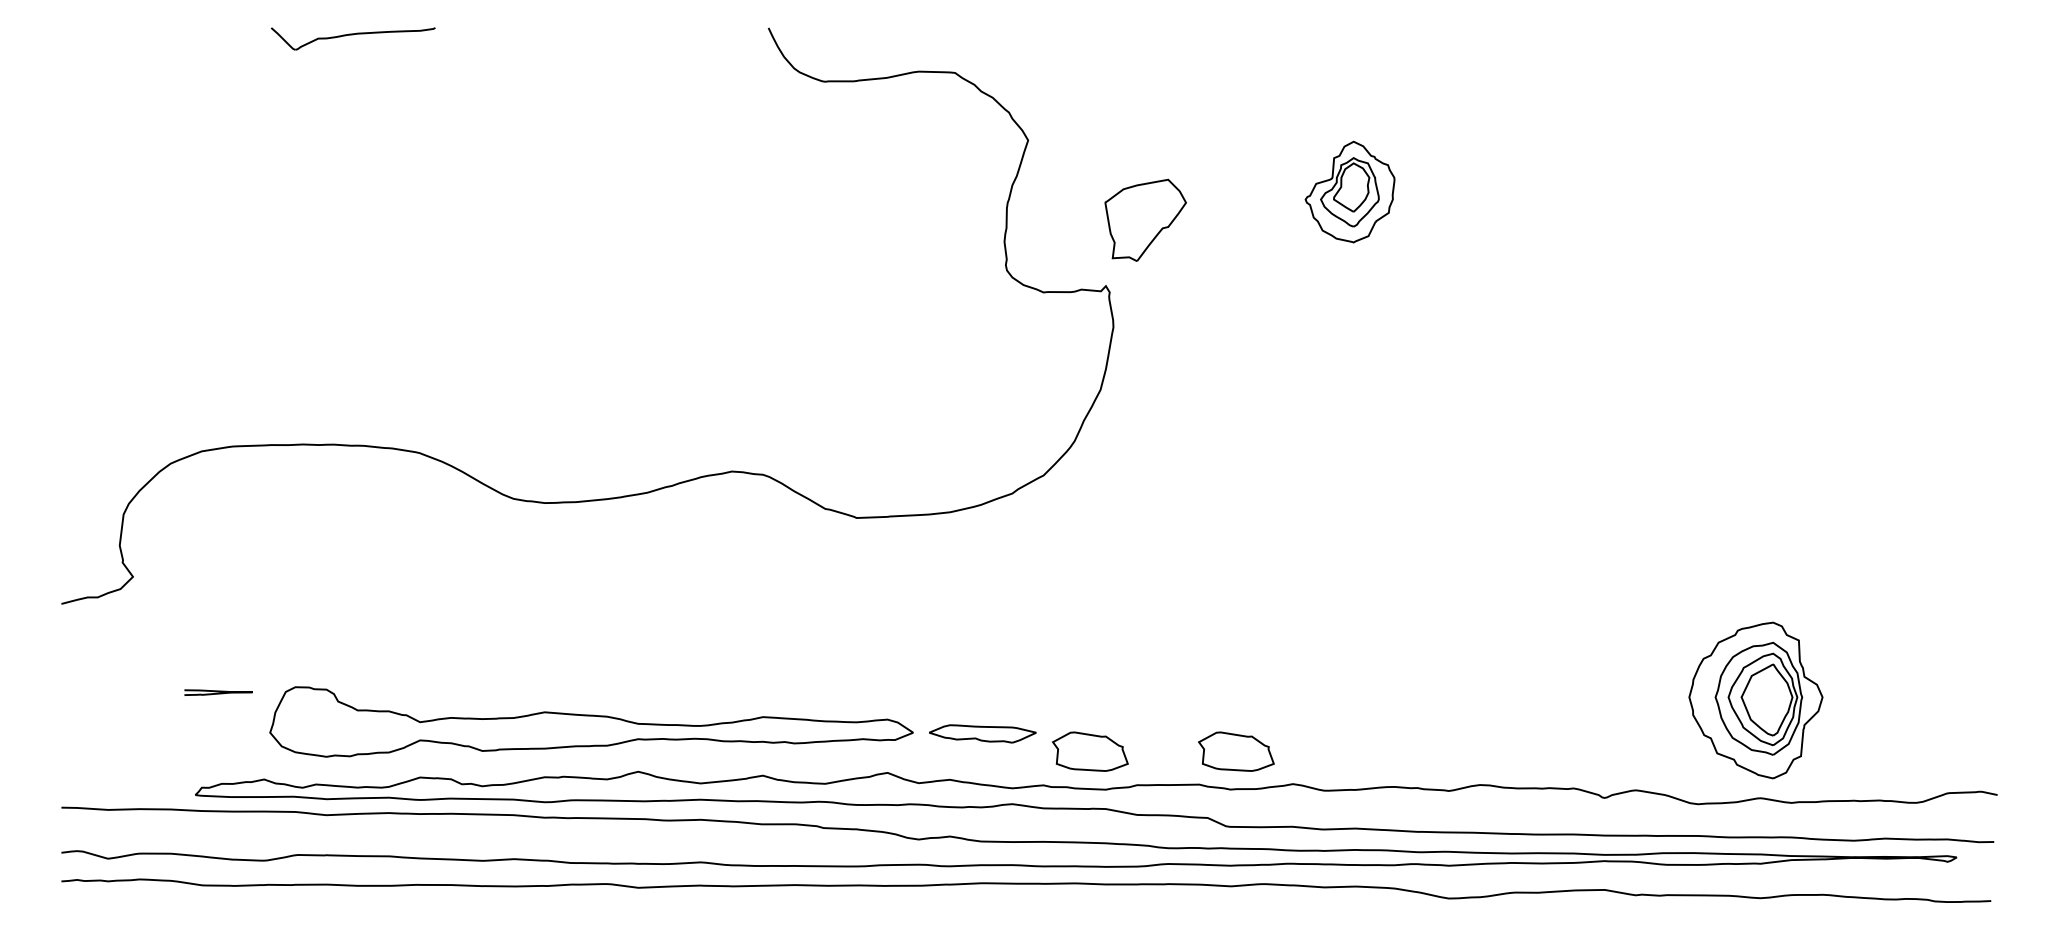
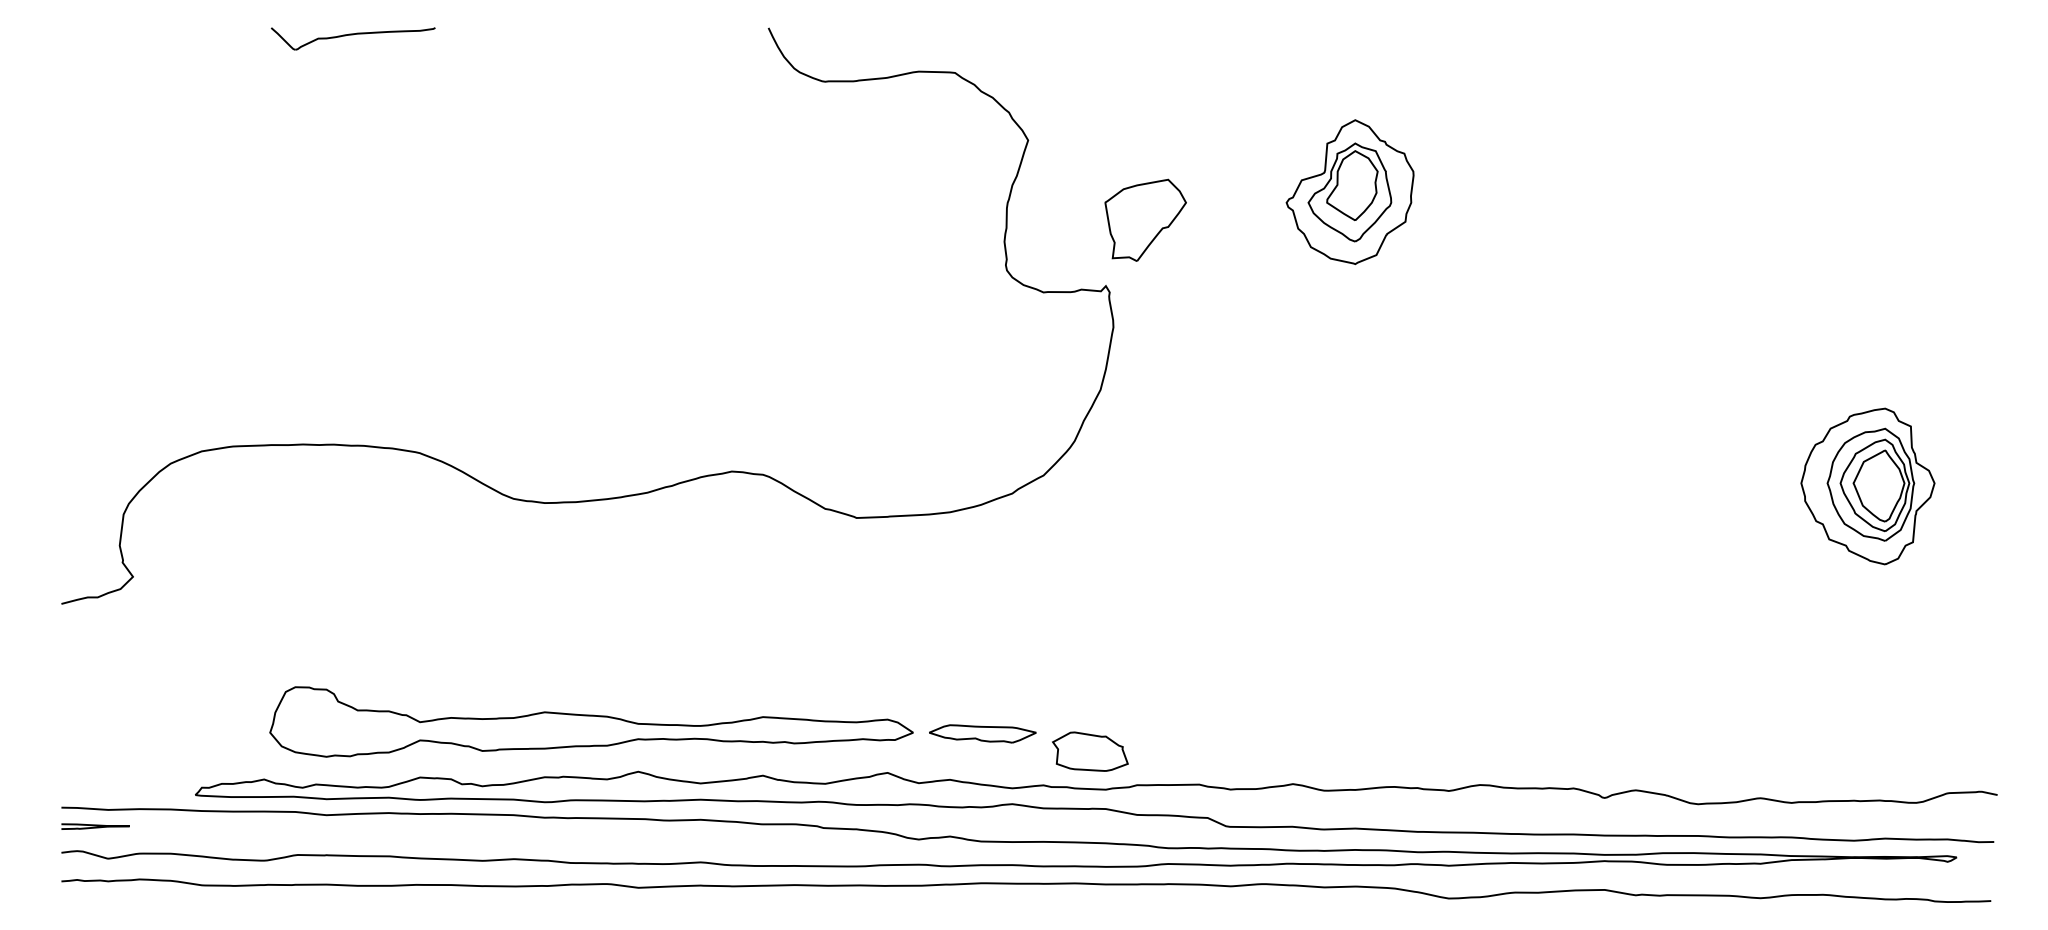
part at (1349, 191) size: 92x104 px -> 130x146 px
curve at (218, 692) position: (218, 692) -> (95, 826)
part at (1755, 700) position: (1755, 700) -> (1867, 486)
part at (1236, 751): present -> none
